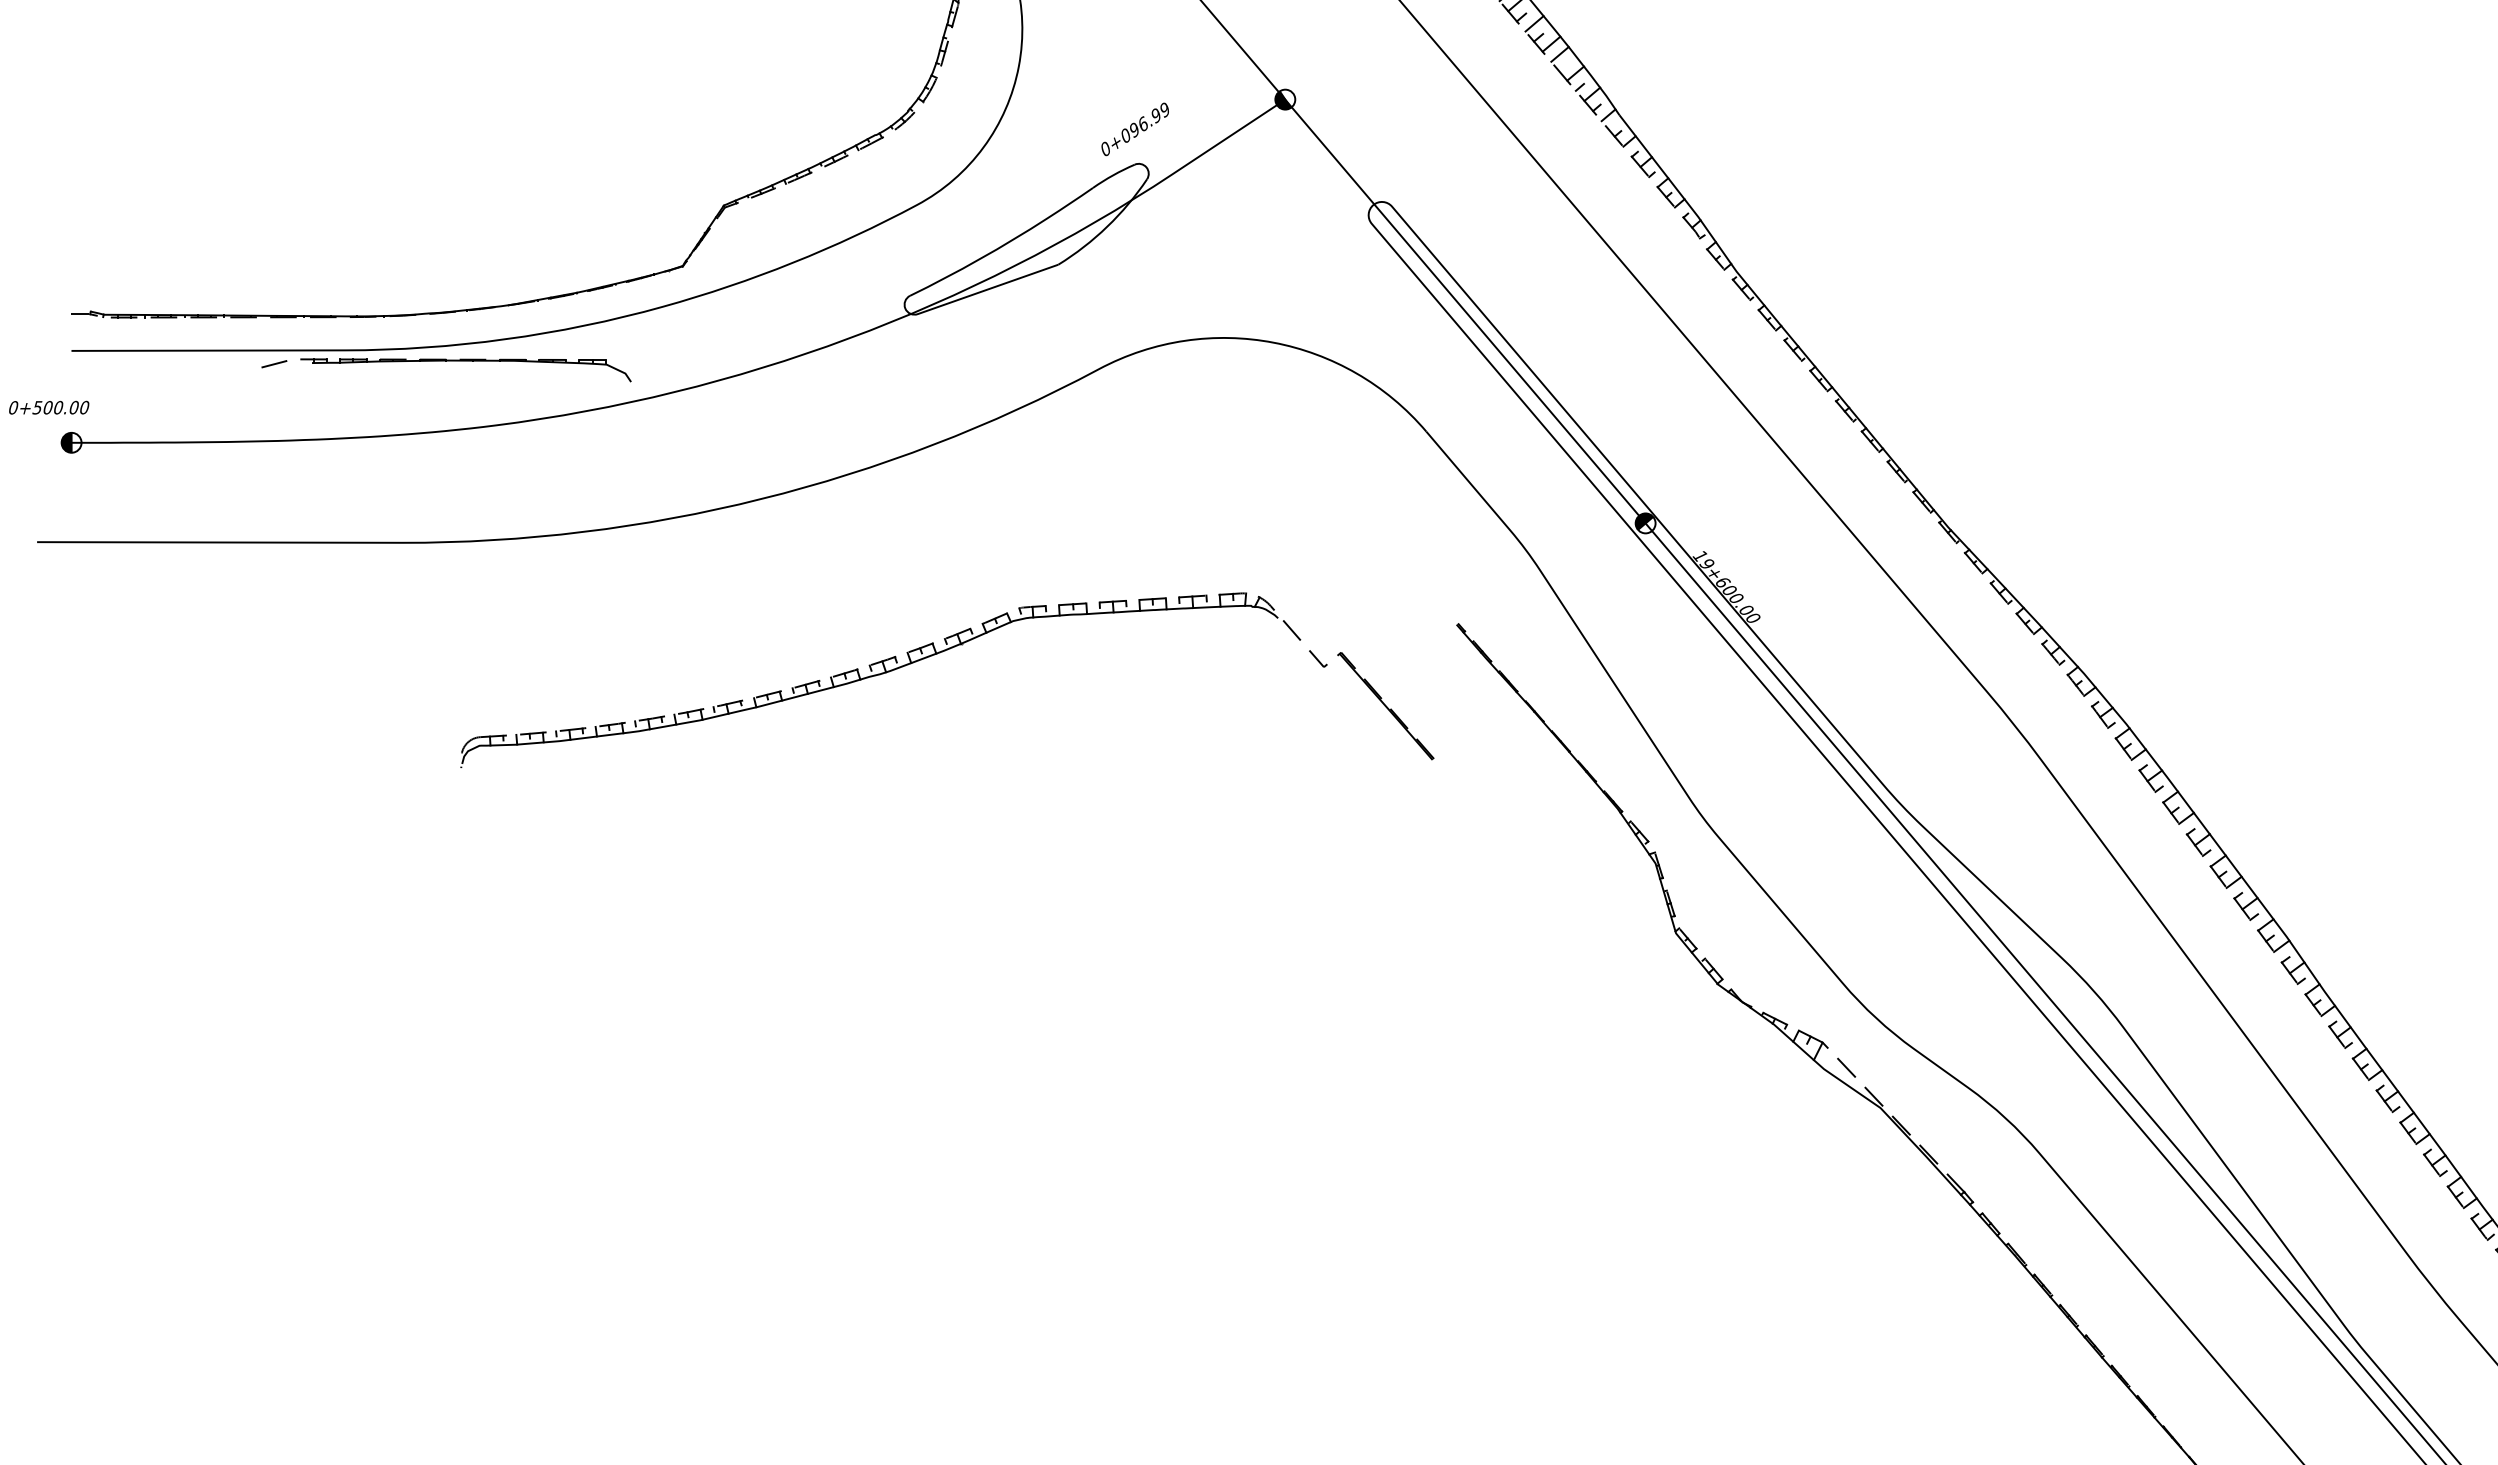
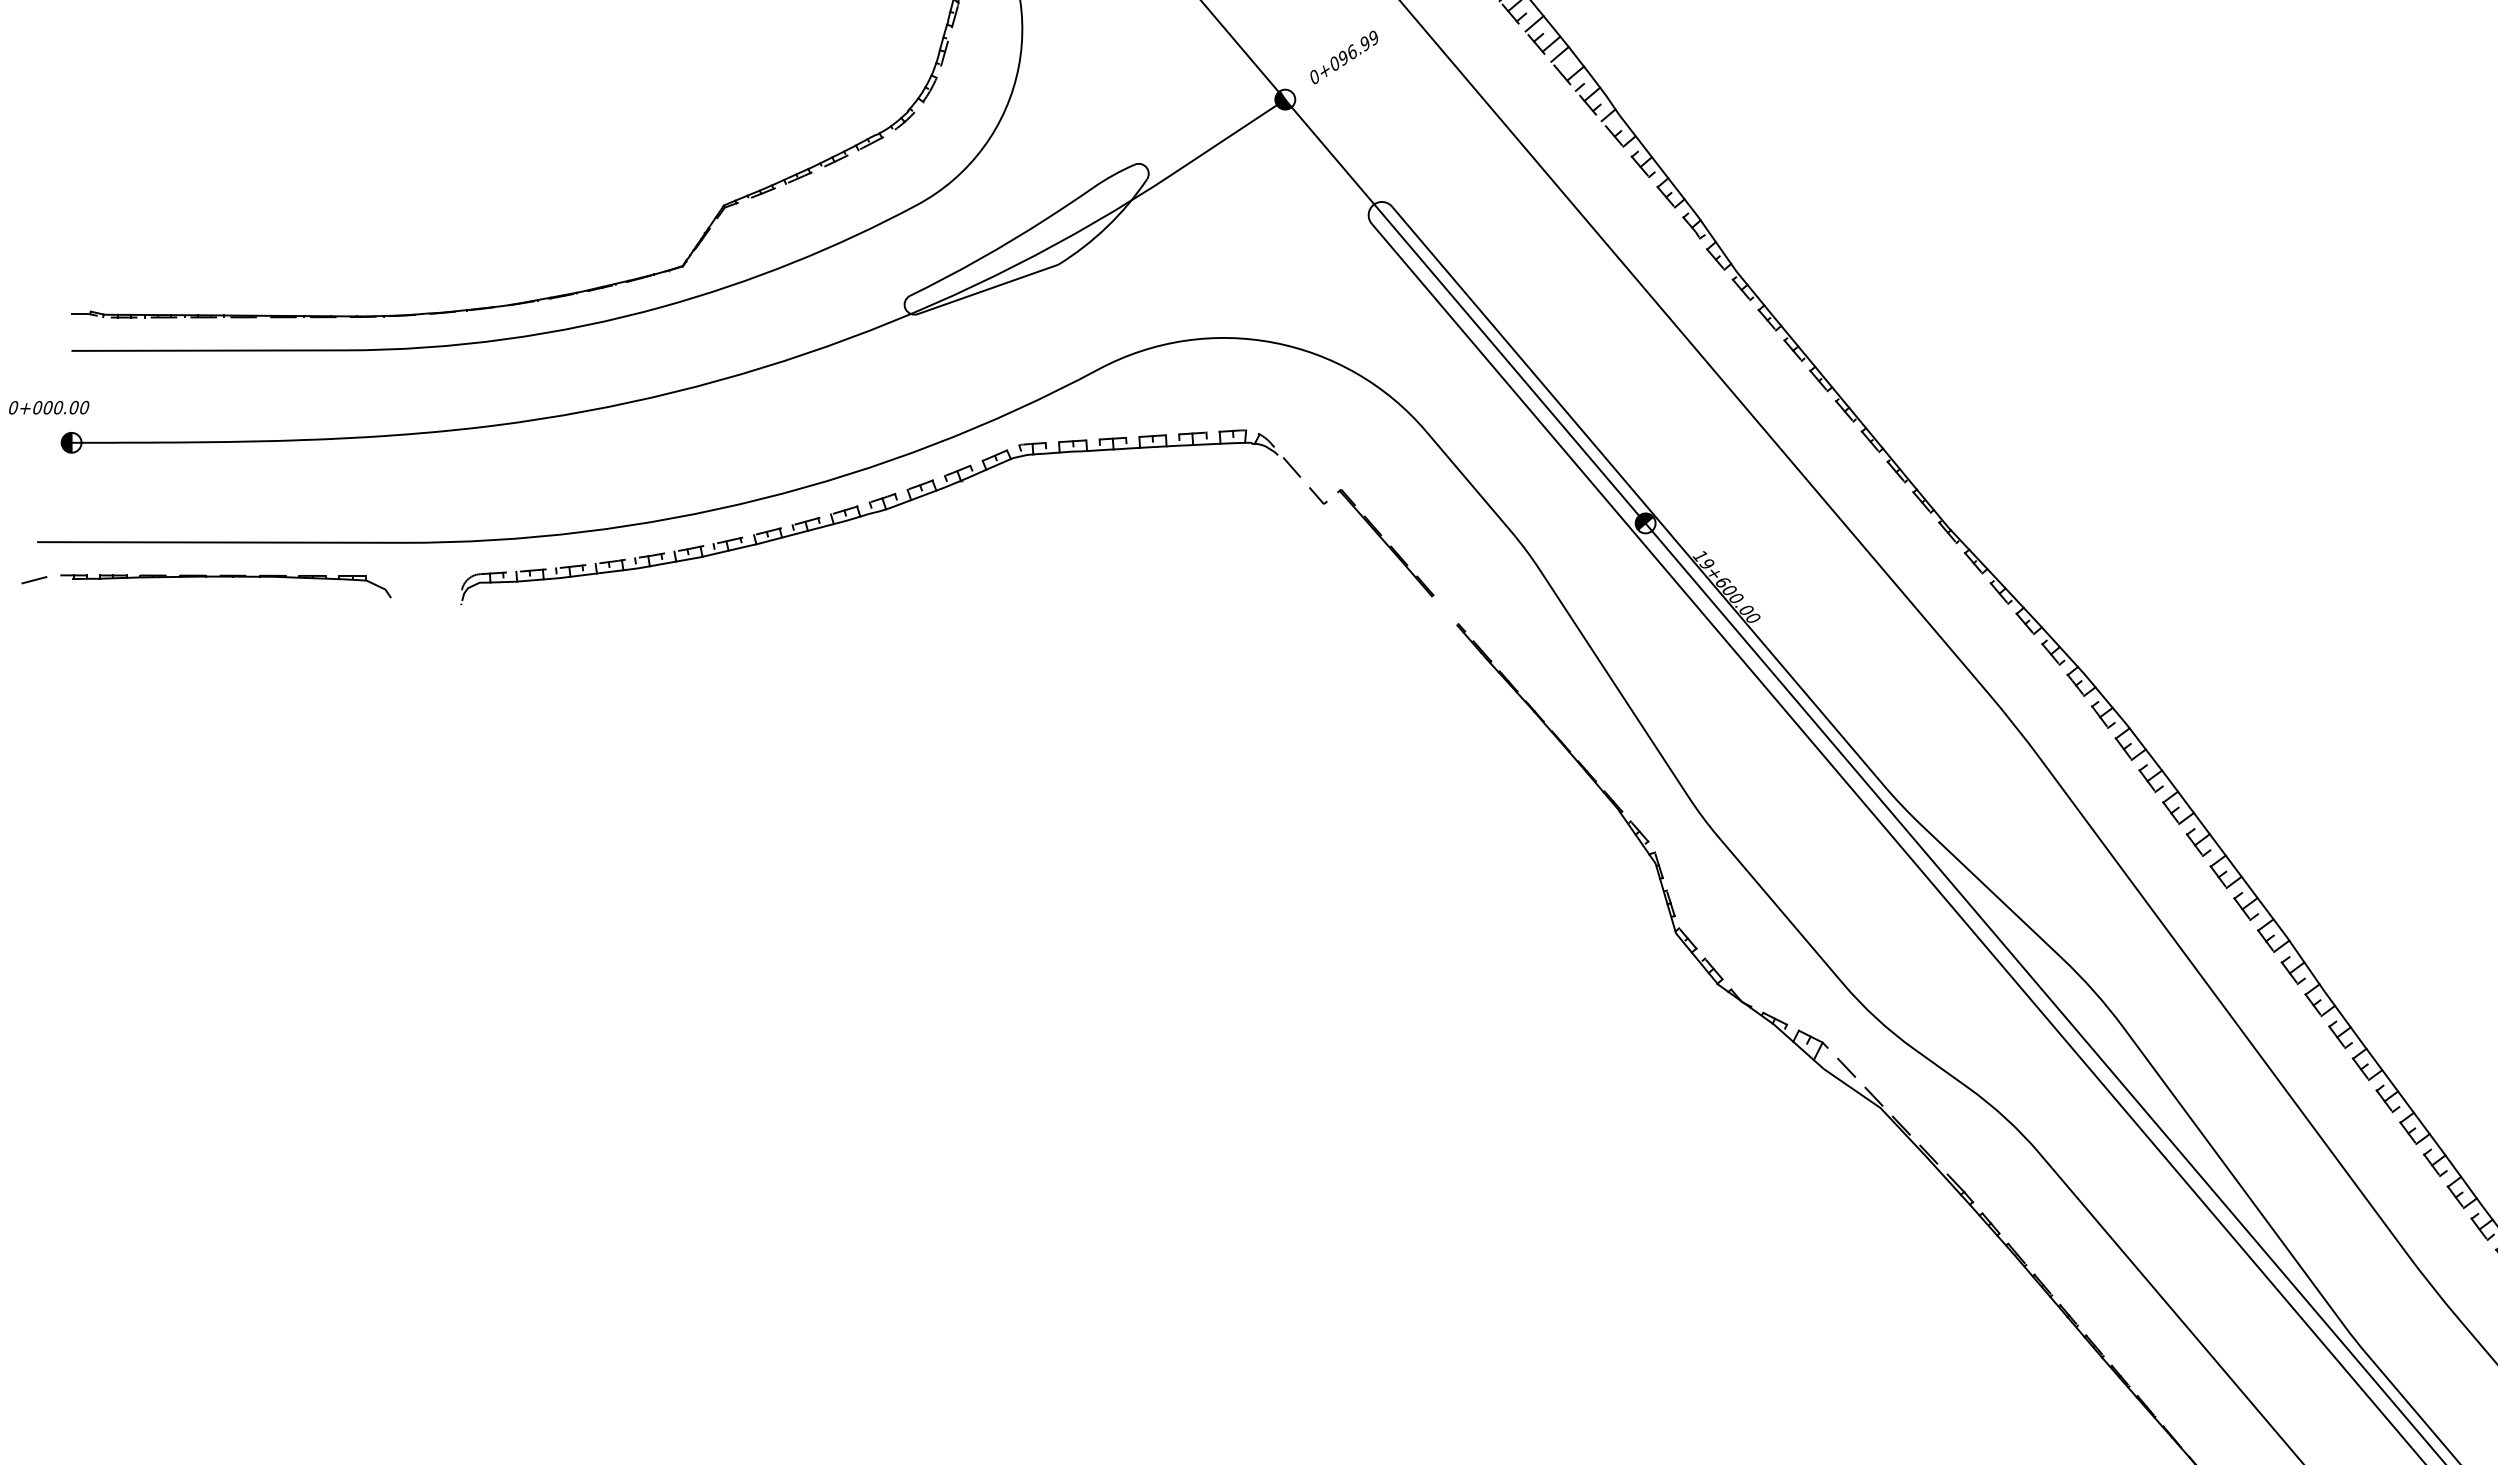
text at (1134, 129) position: (1134, 129) -> (1343, 57)
part at (446, 361) position: (446, 361) -> (206, 577)
text at (37, 407): 0+500.00 -> 0+000.00
part at (940, 653) position: (940, 653) -> (940, 490)
